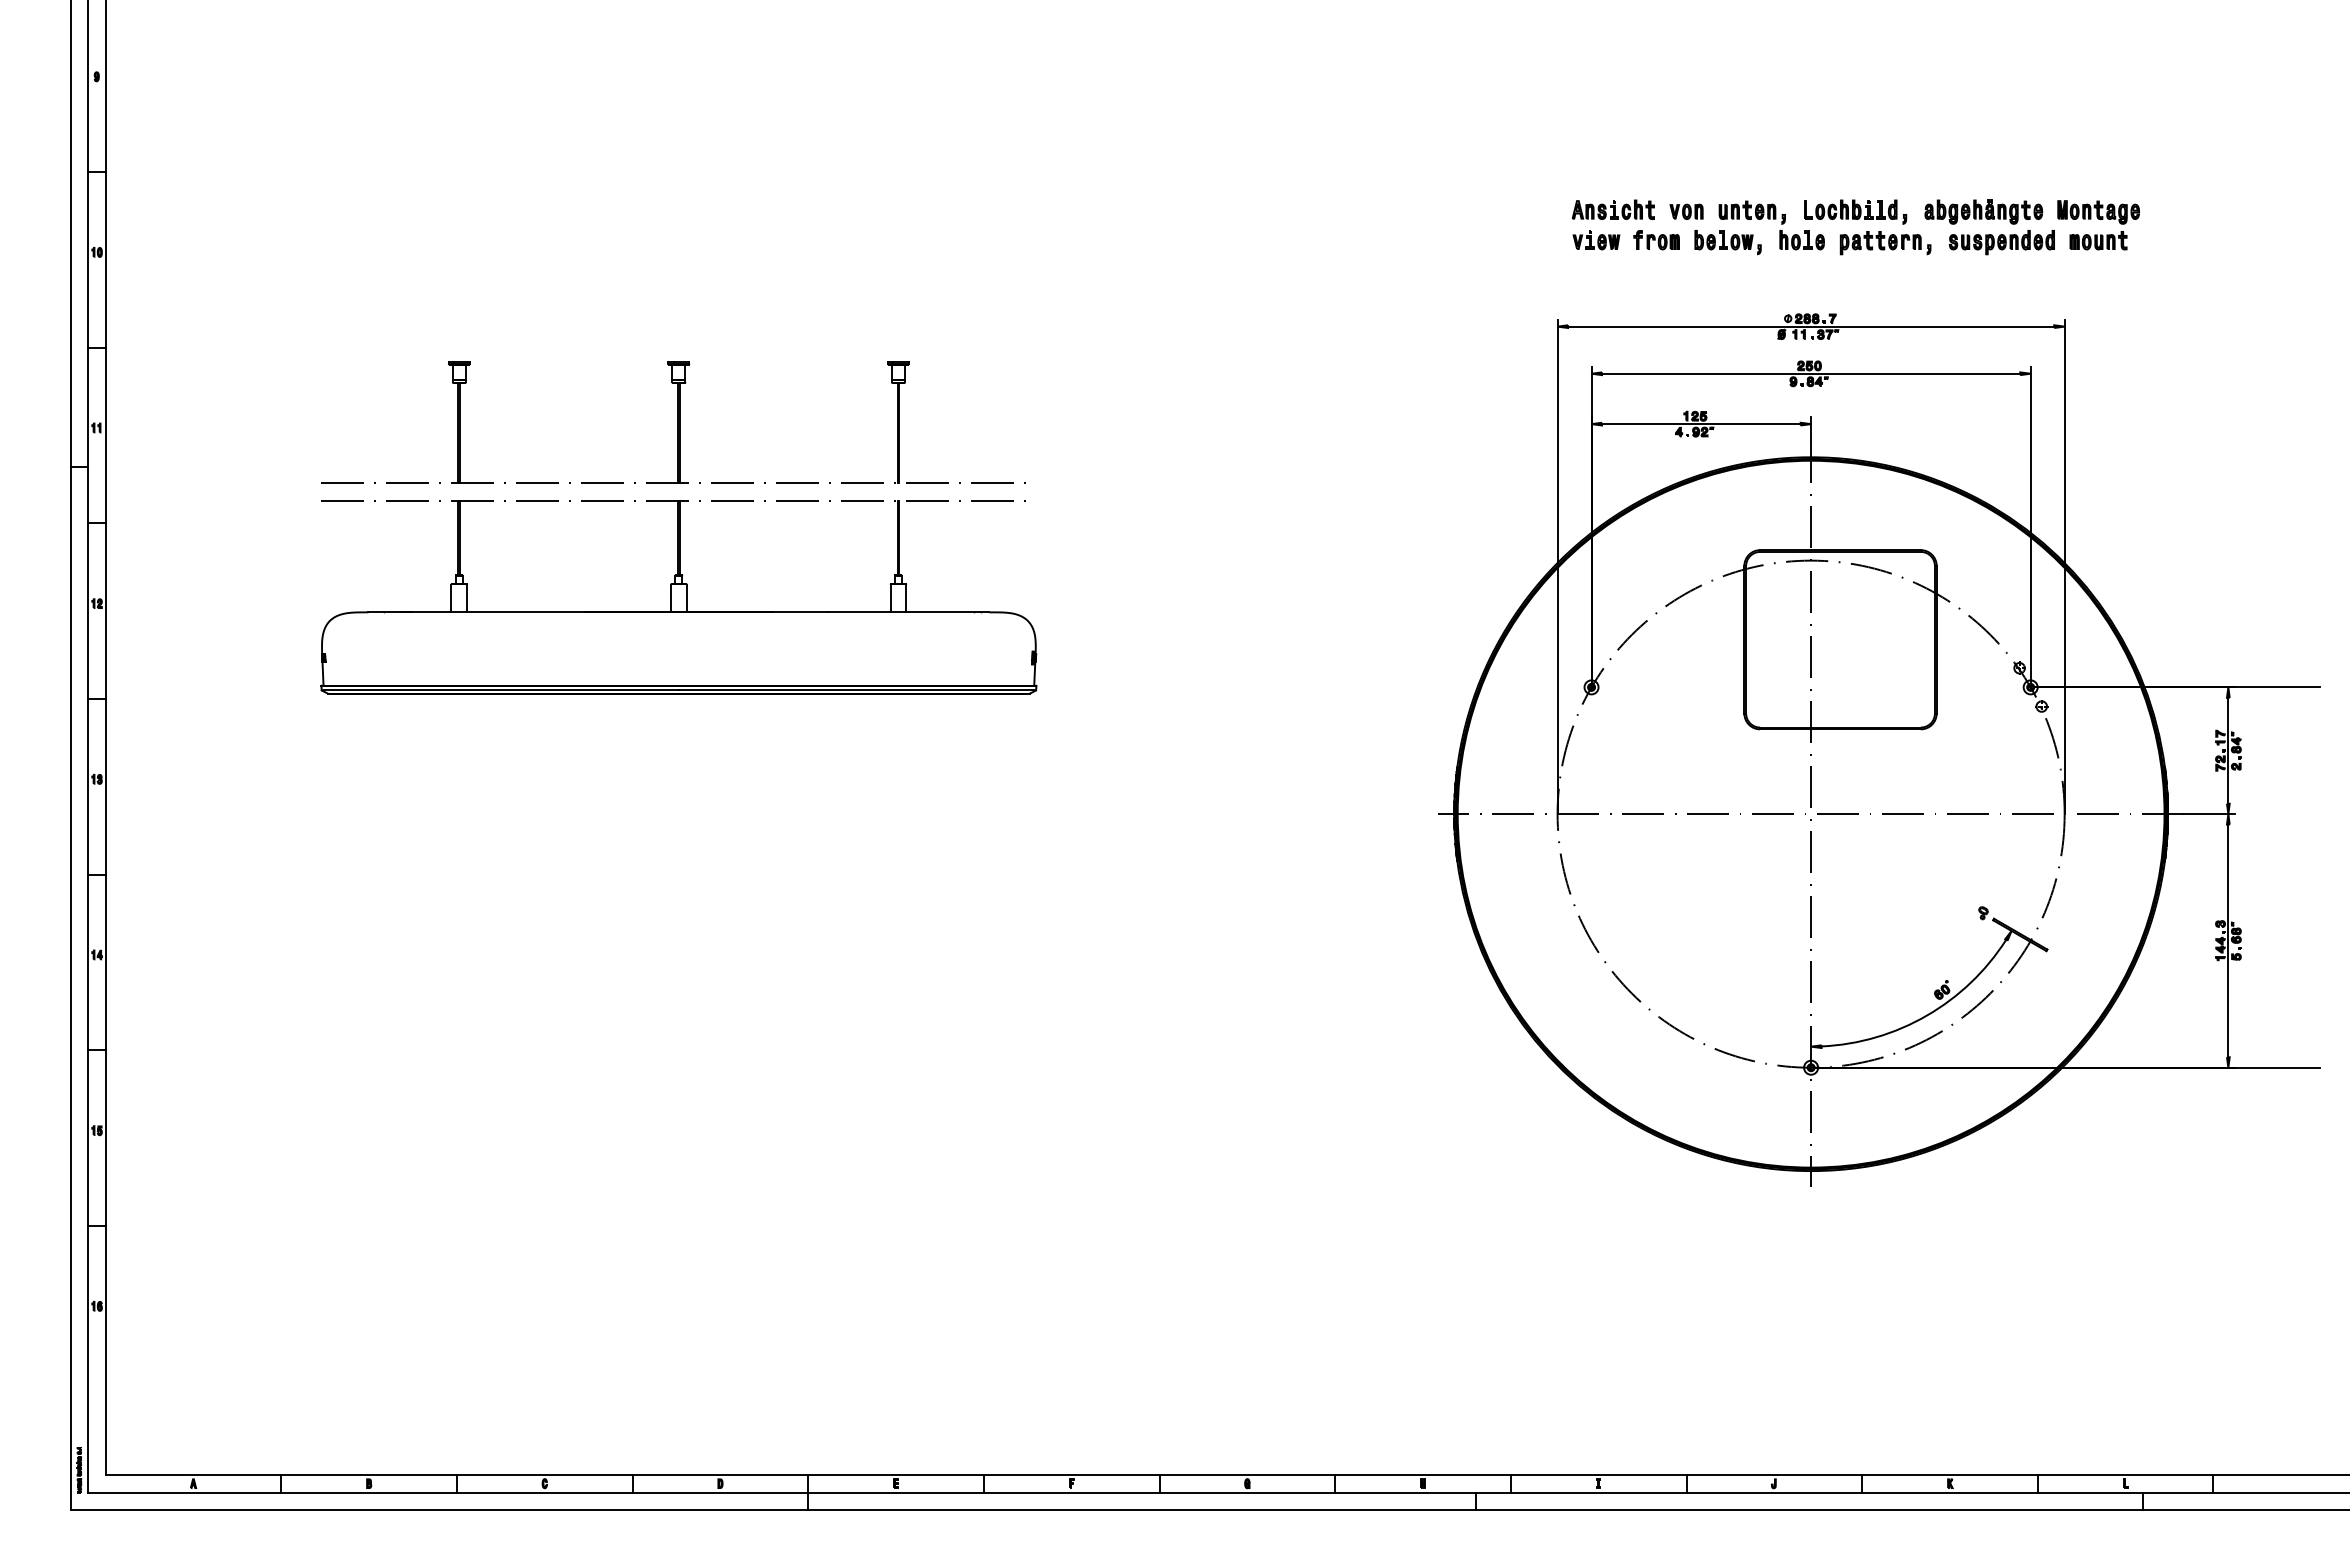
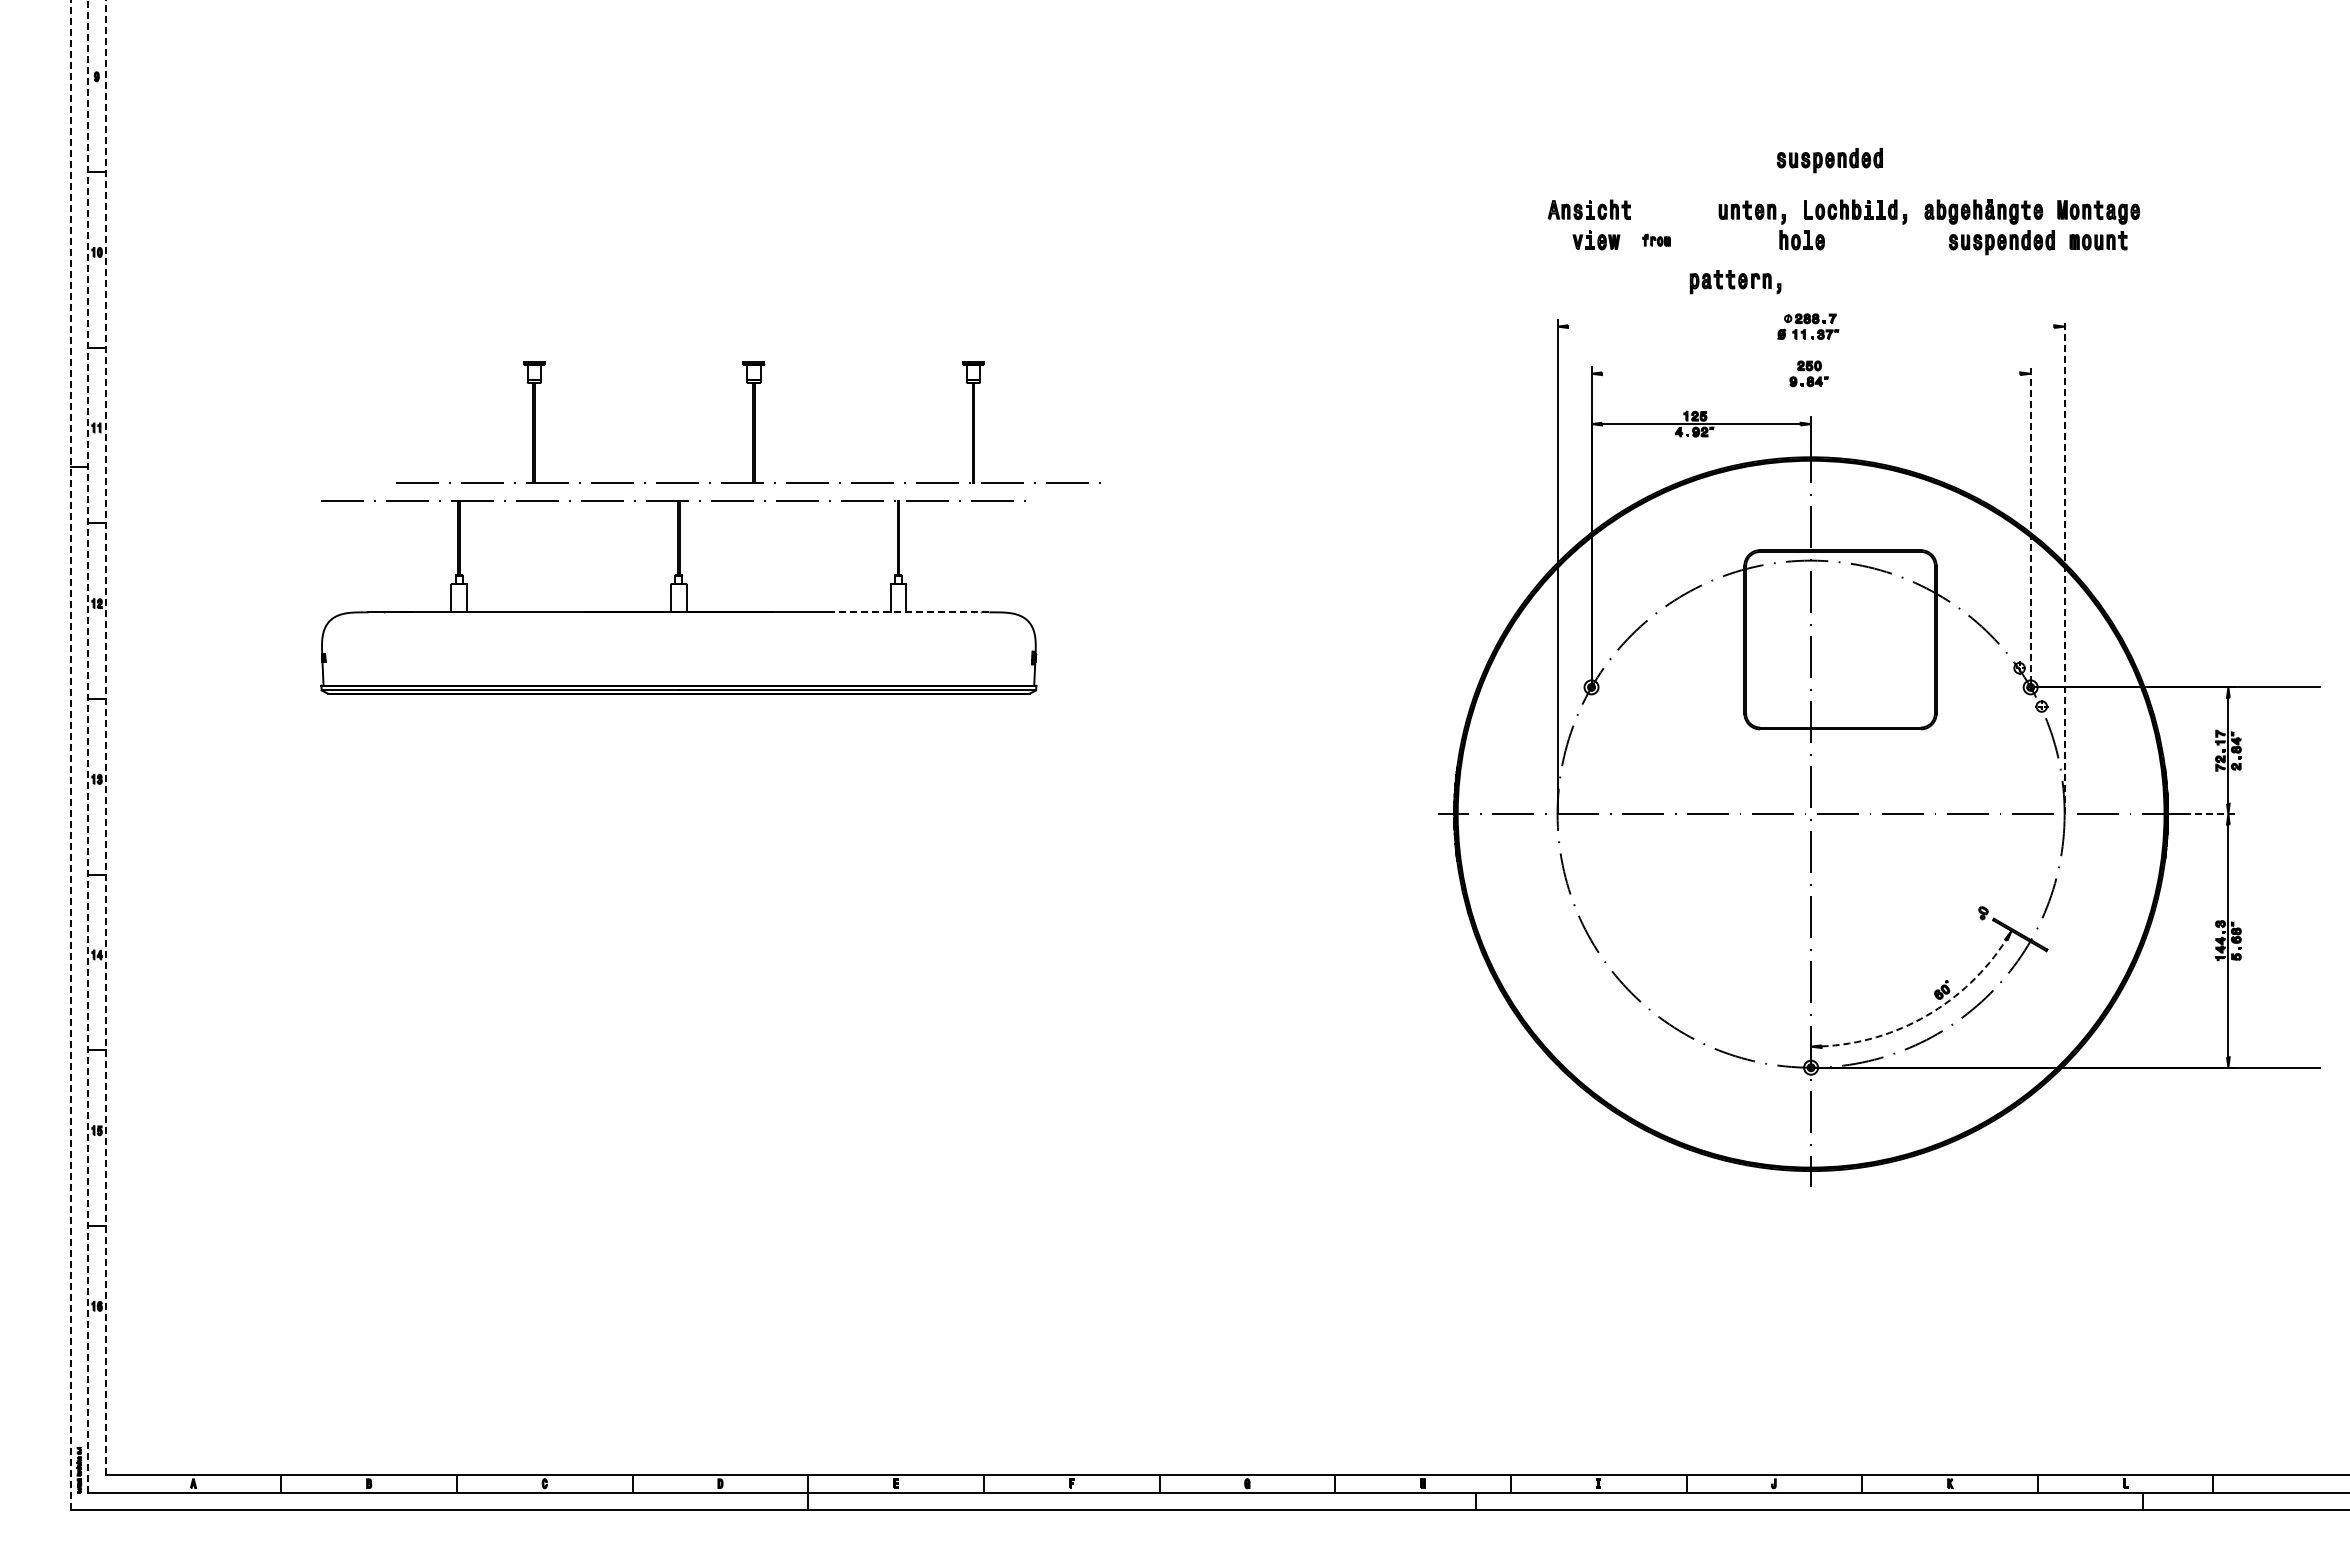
part at (1829, 160): none -> present
part at (1613, 209) position: (1613, 209) -> (1589, 209)
part at (1686, 211): present -> none
part at (1656, 240) size: 47x21 px -> 29x14 px
part at (1727, 242): present -> none
part at (1885, 243) position: (1885, 243) -> (1735, 282)
line at (1811, 326): present -> none
line at (1811, 373): present -> none
part at (673, 422) position: (673, 422) -> (748, 422)
line at (2030, 524): solid -> dashed
line at (2064, 566): solid -> dashed
line at (908, 612): solid -> dashed
line at (105, 737): solid -> dashed
line at (88, 746): solid -> dashed
line at (70, 755): solid -> dashed
line at (2209, 814): solid -> dashed
arc at (1926, 1015): solid -> dashed
